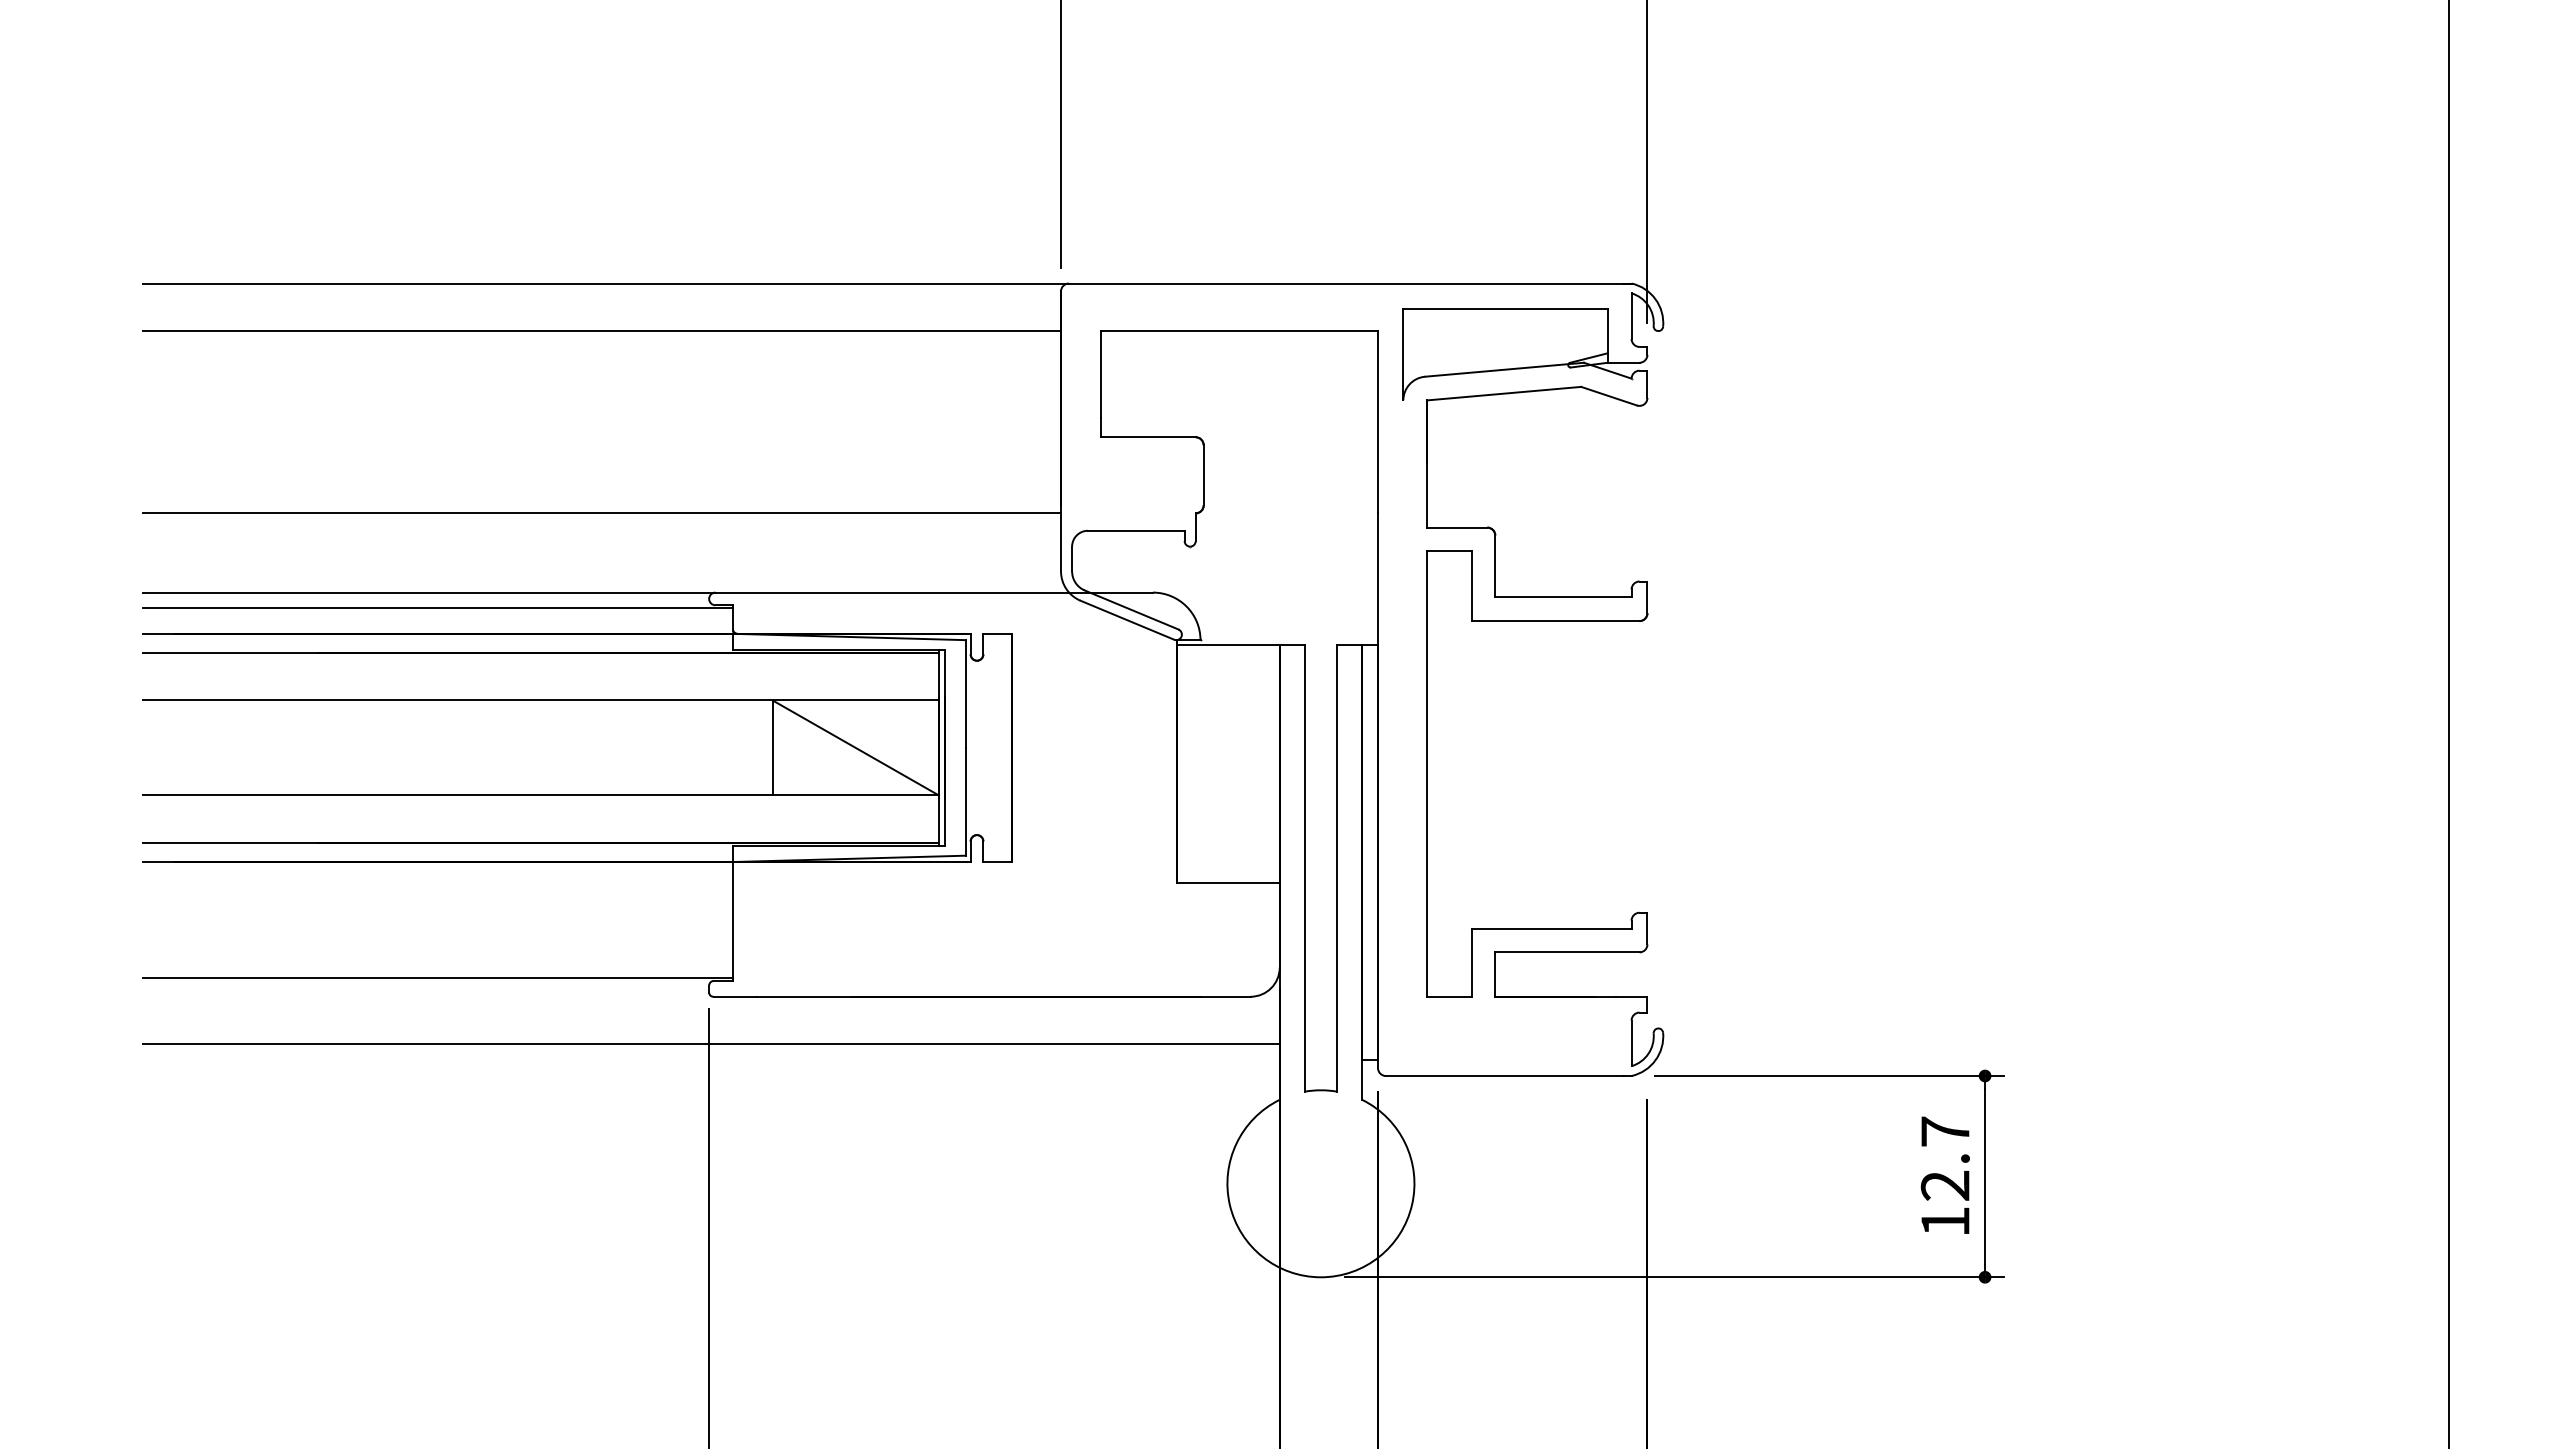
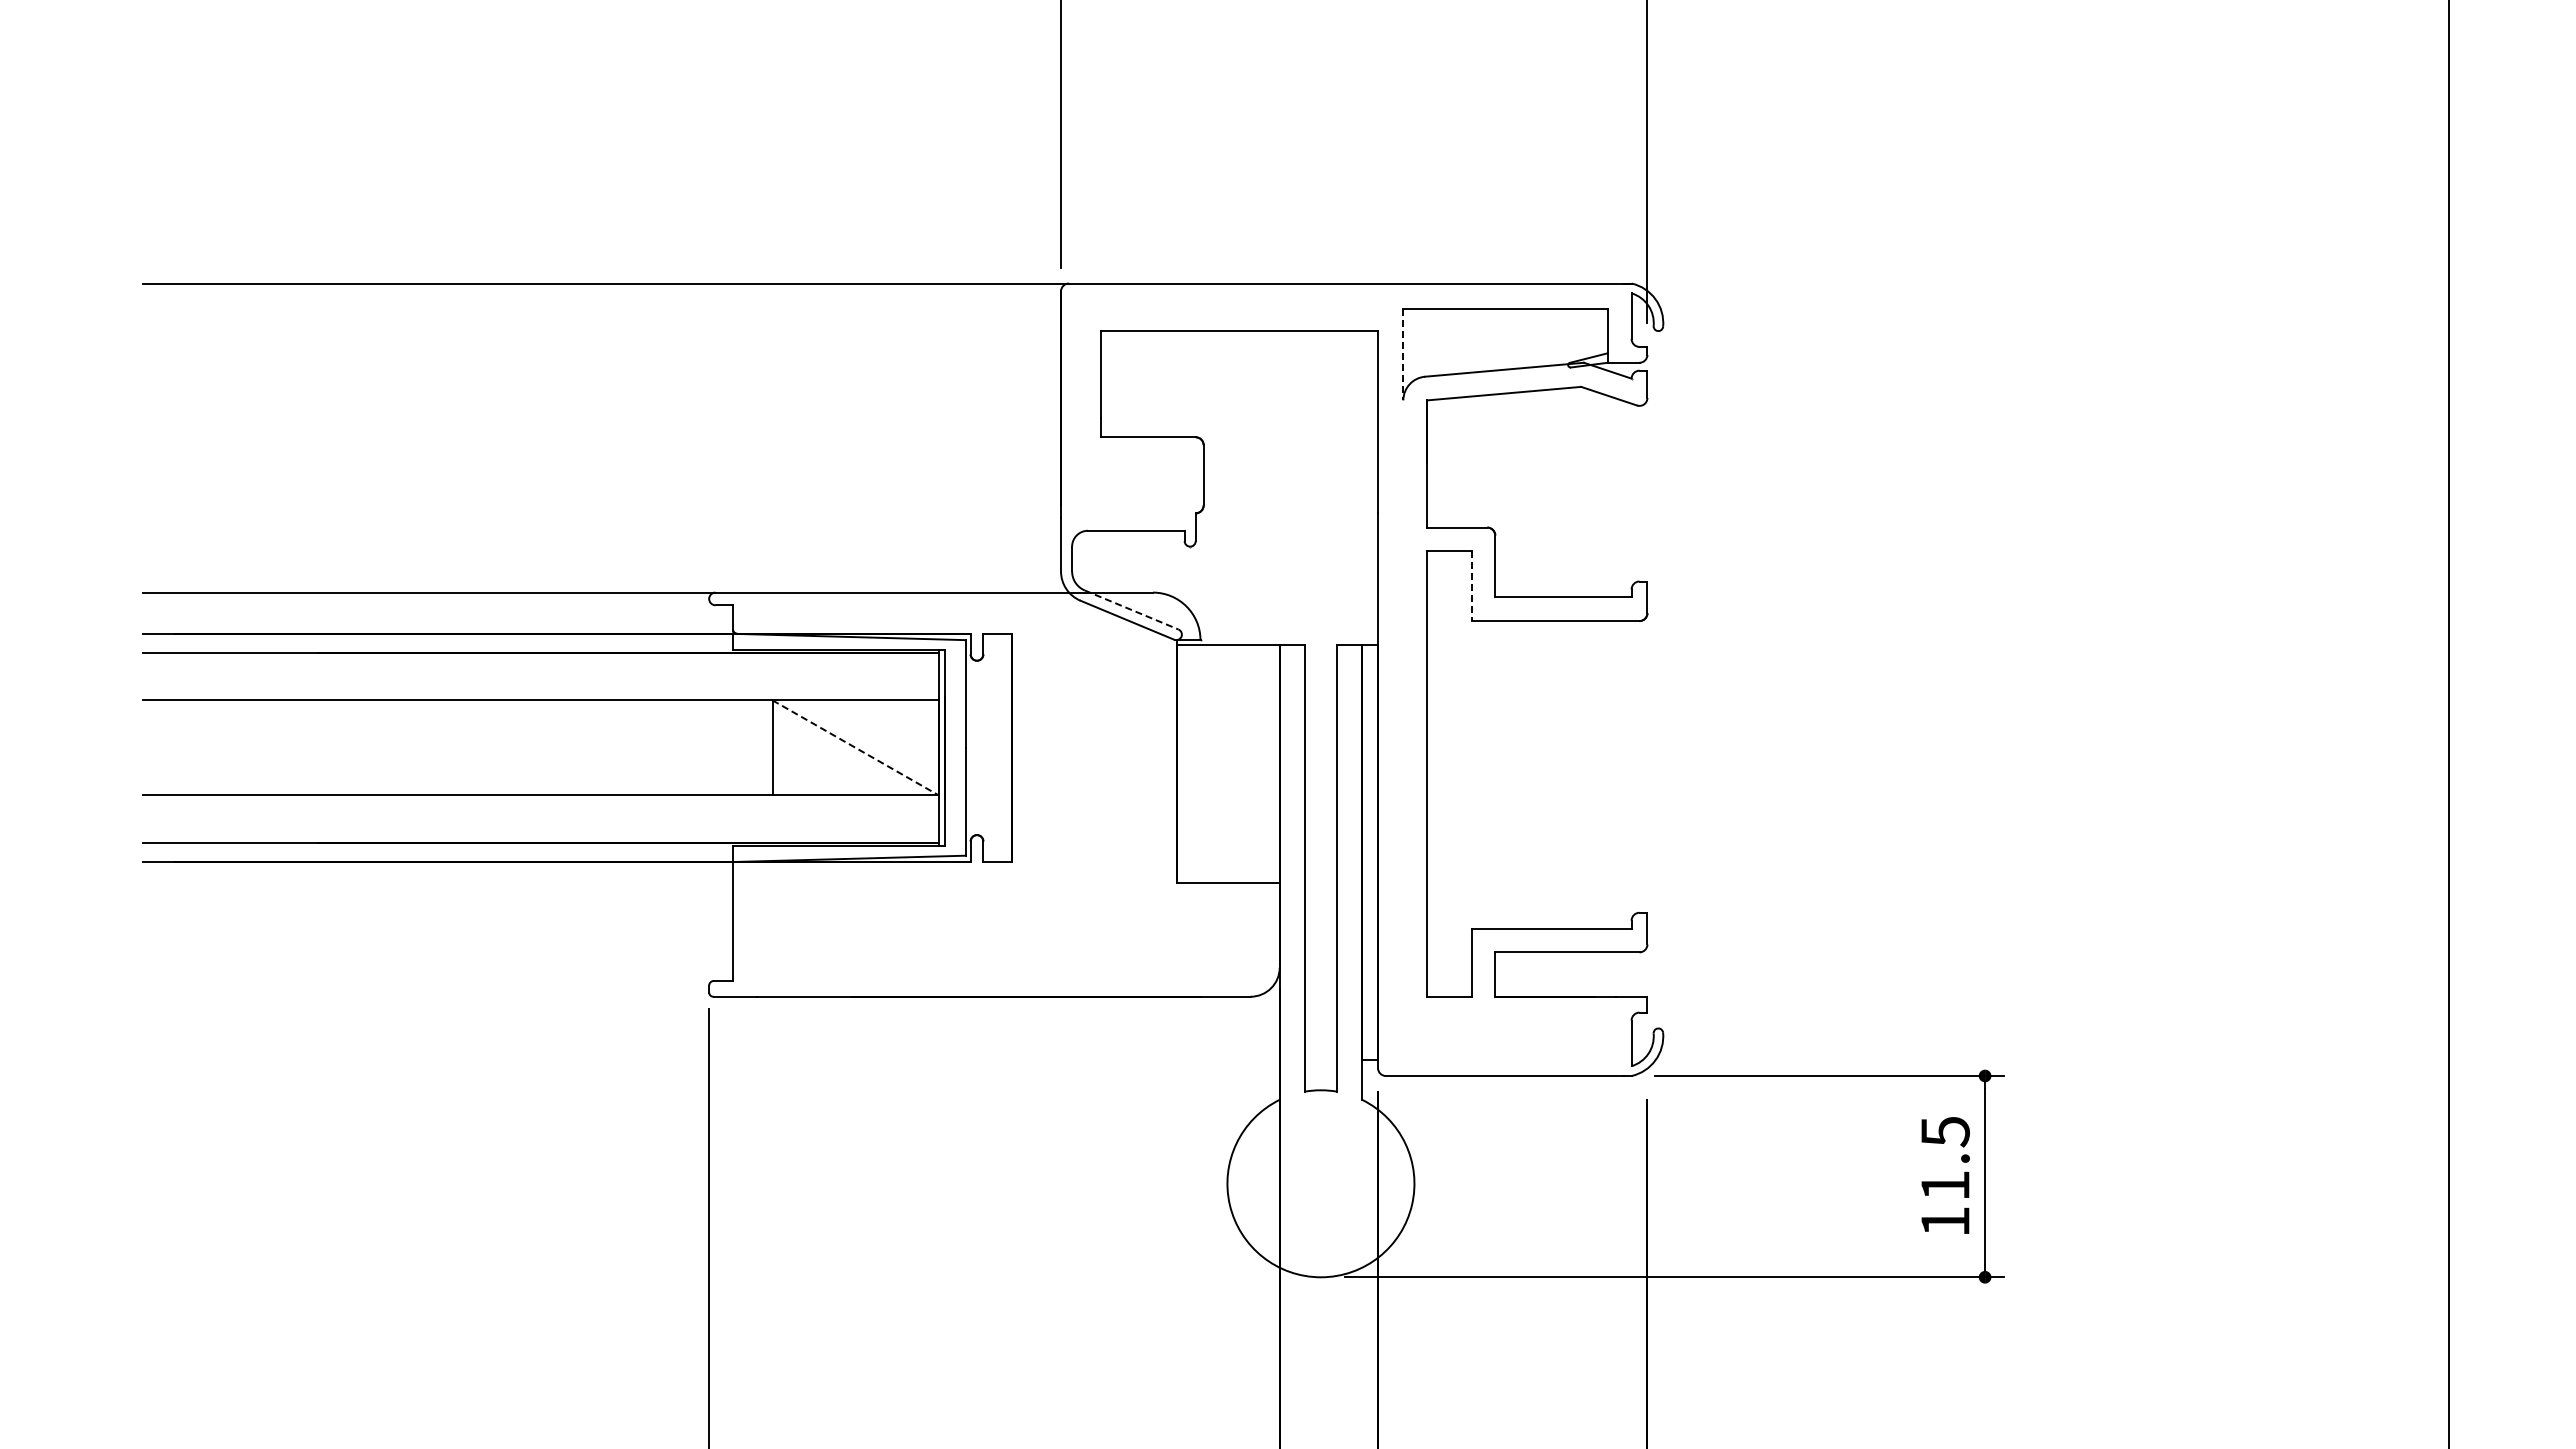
line at (601, 331): present -> none
line at (1403, 354): solid -> dashed
line at (601, 513): present -> none
line at (1471, 586): solid -> dashed
line at (437, 608): present -> none
line at (1131, 609): solid -> dashed
line at (855, 747): solid -> dashed
line at (437, 977): present -> none
line at (710, 1044): present -> none
text at (1944, 1158): 12.7 -> 11.5
